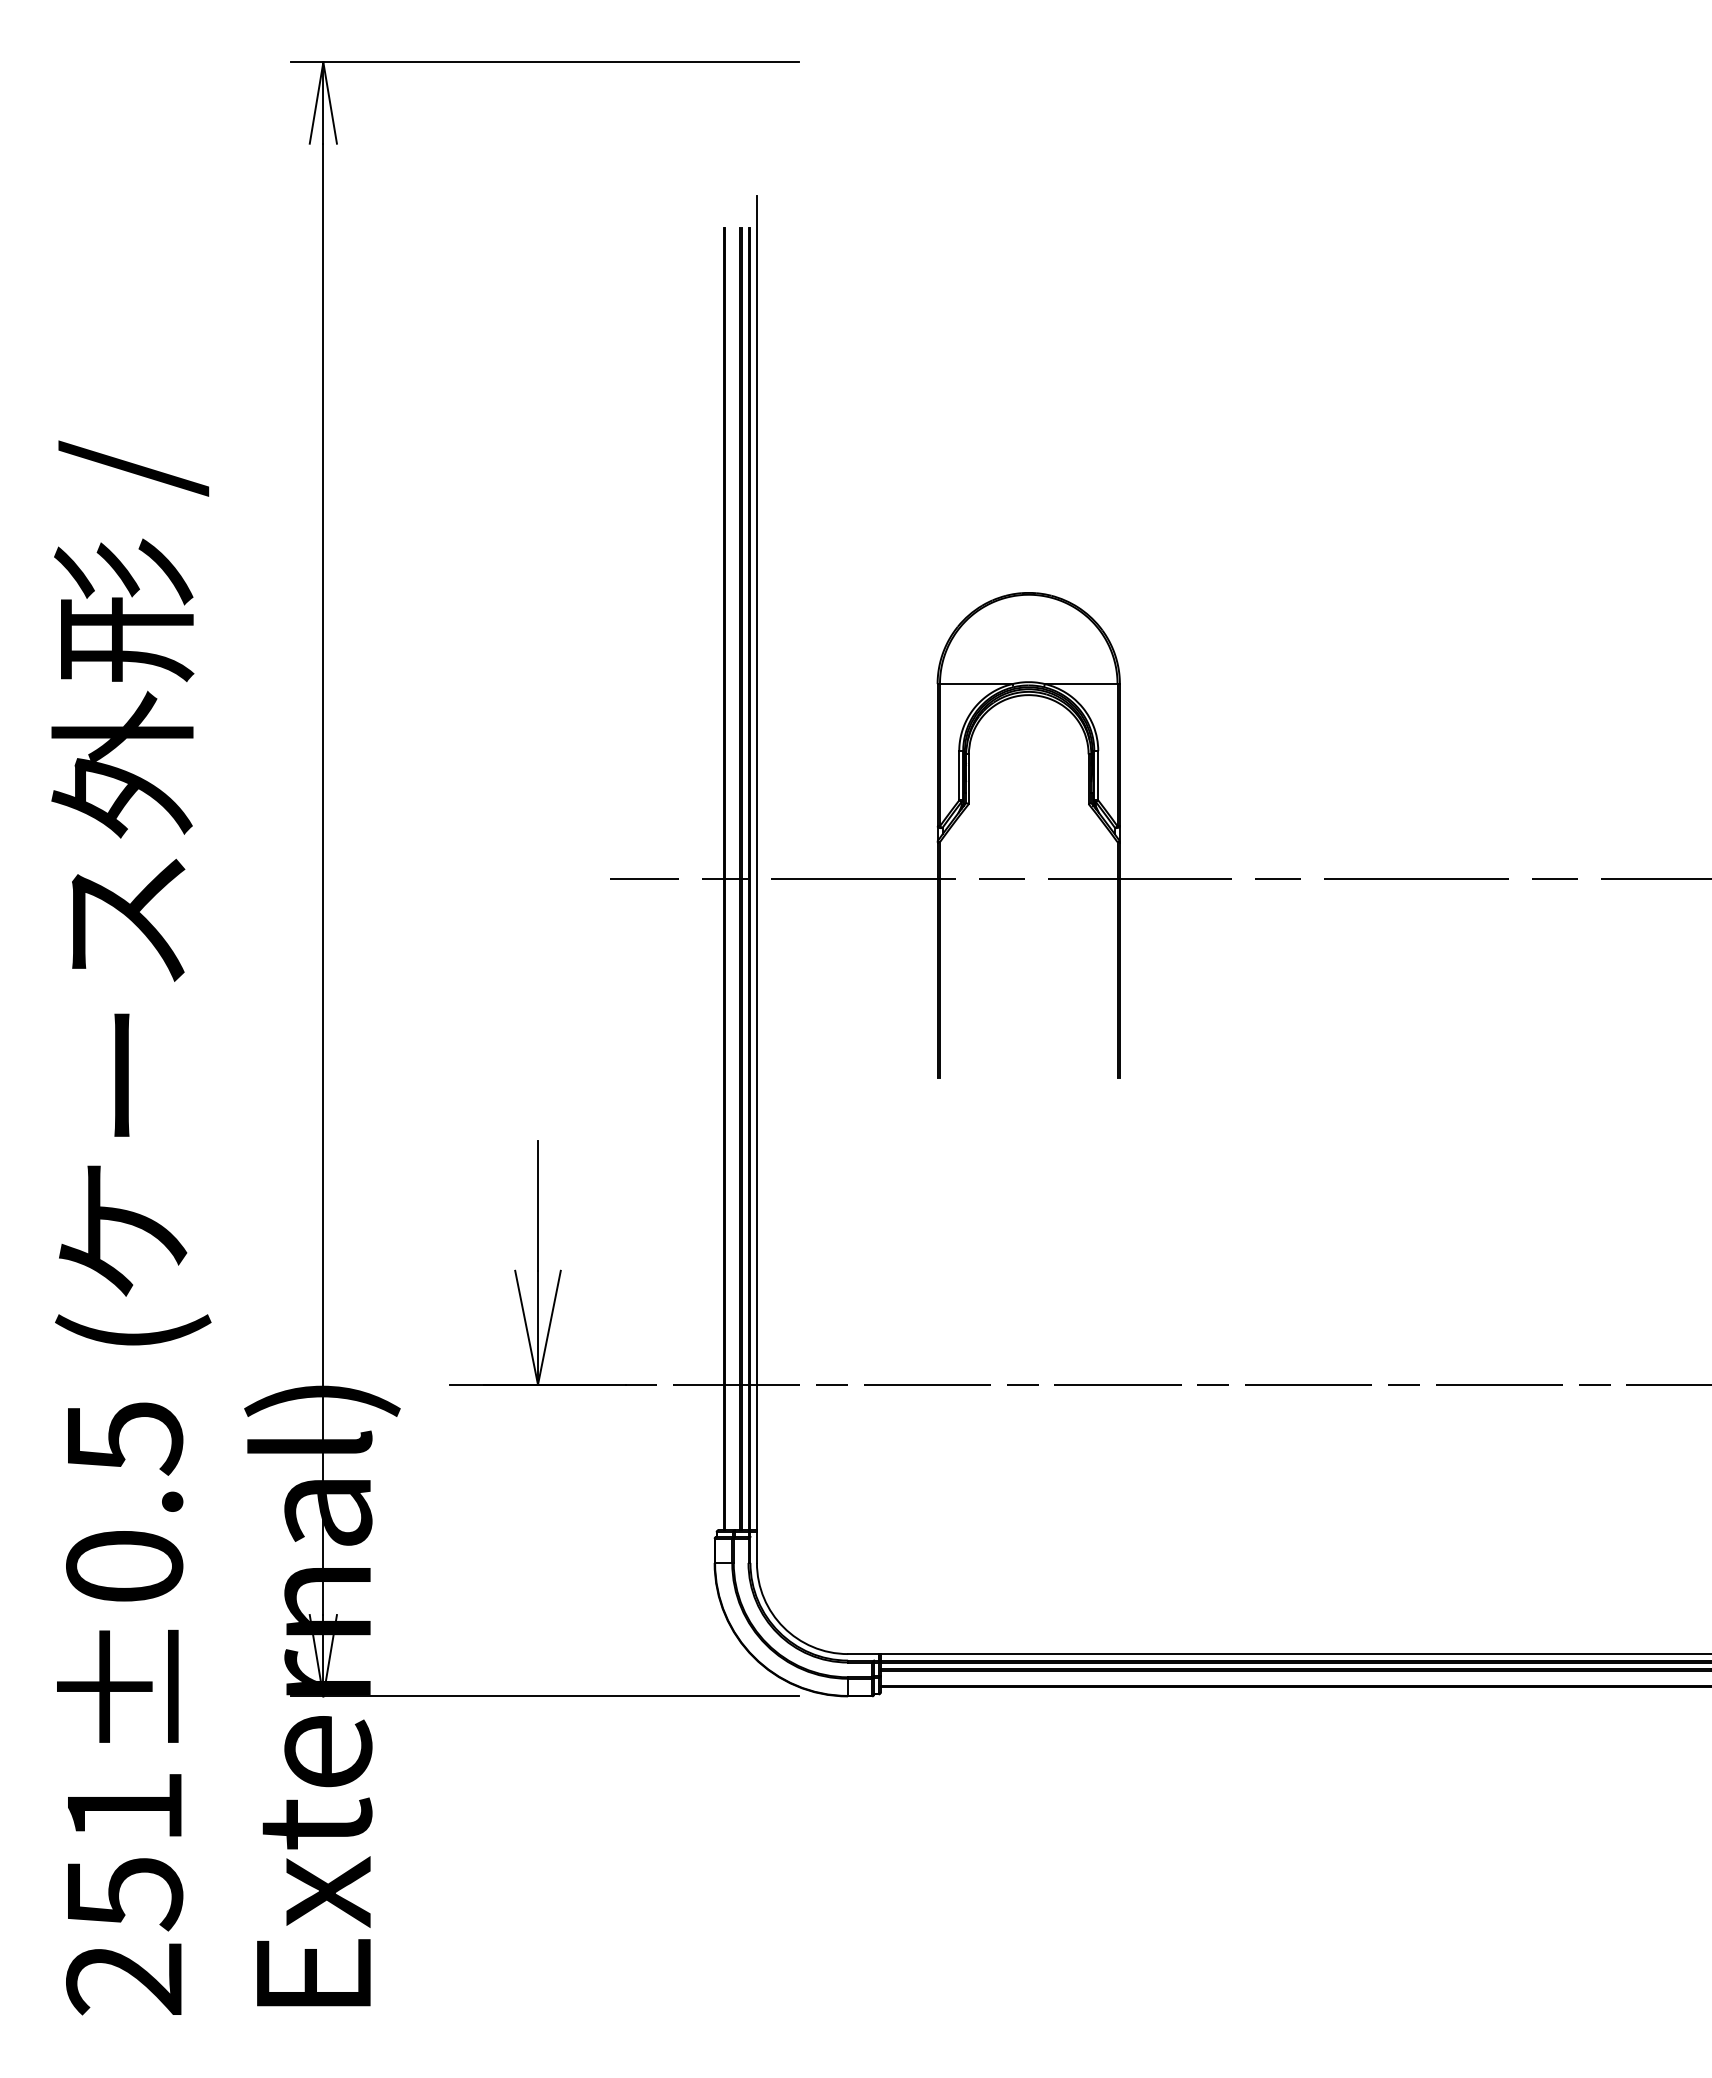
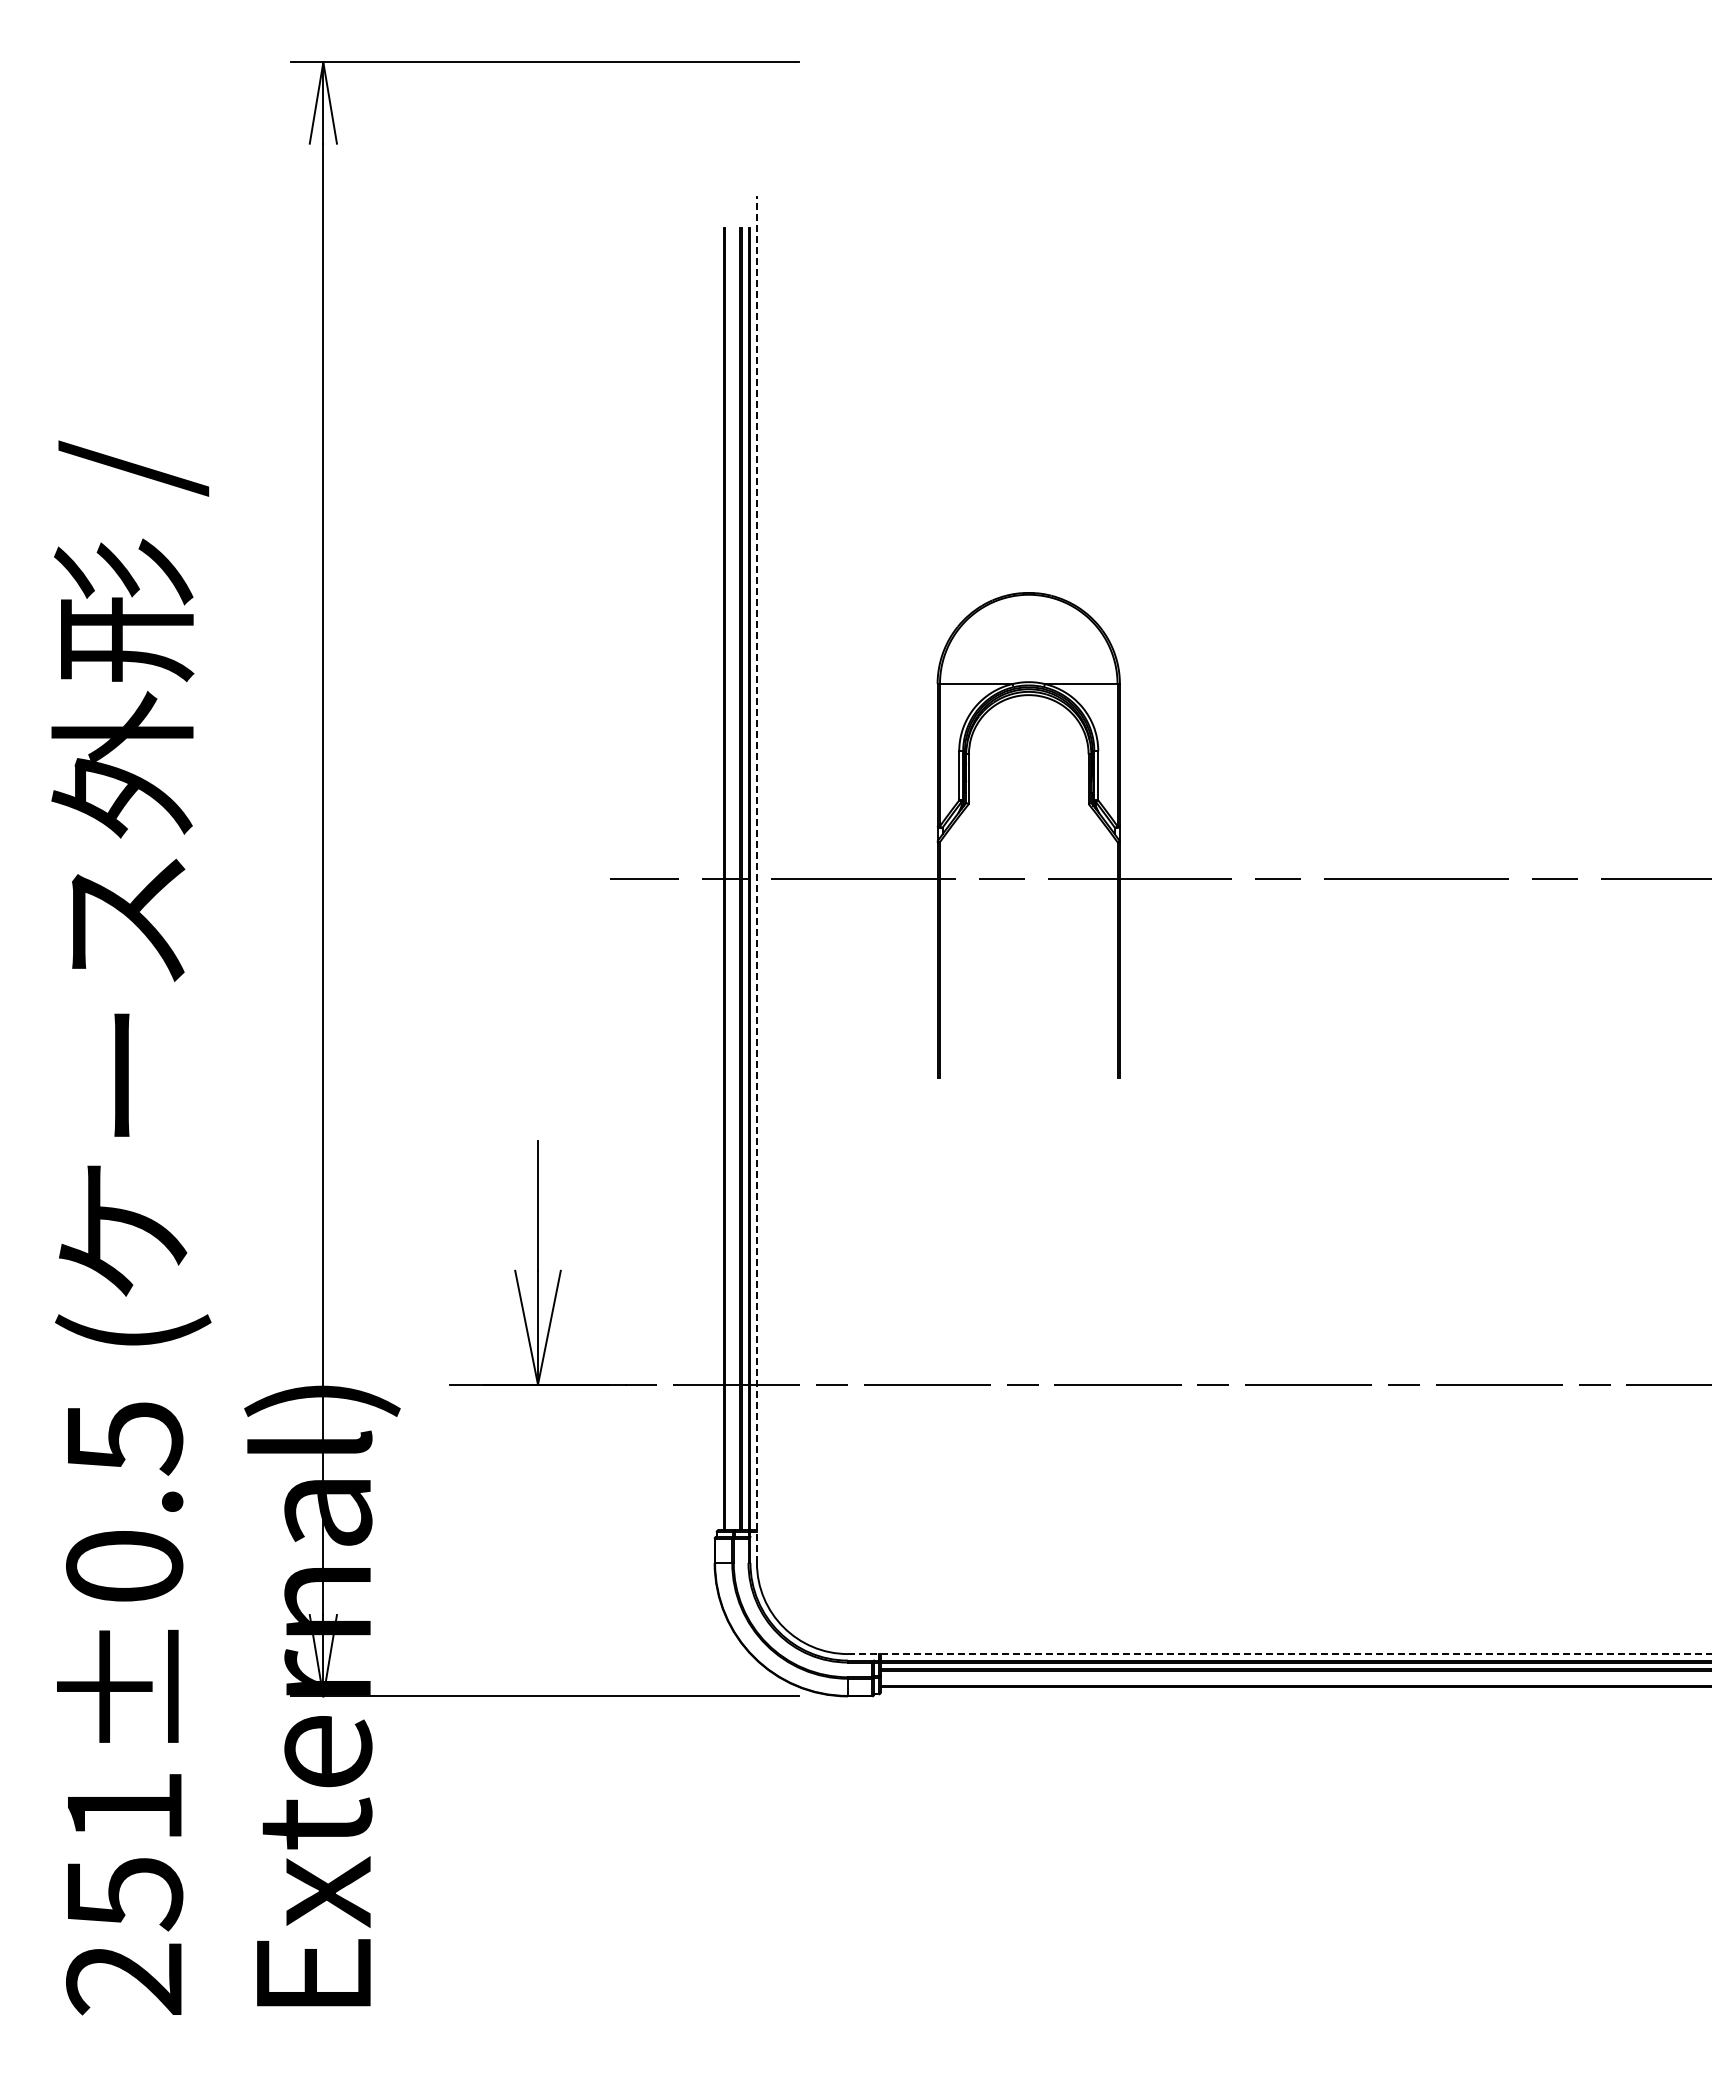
line at (756, 879): solid -> dashed
line at (1279, 1654): solid -> dashed
